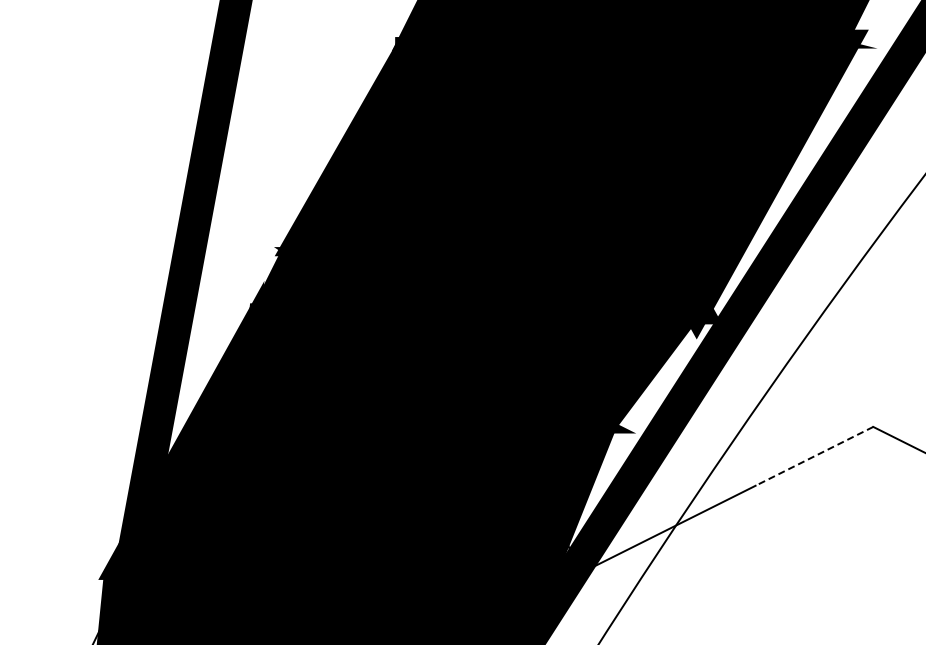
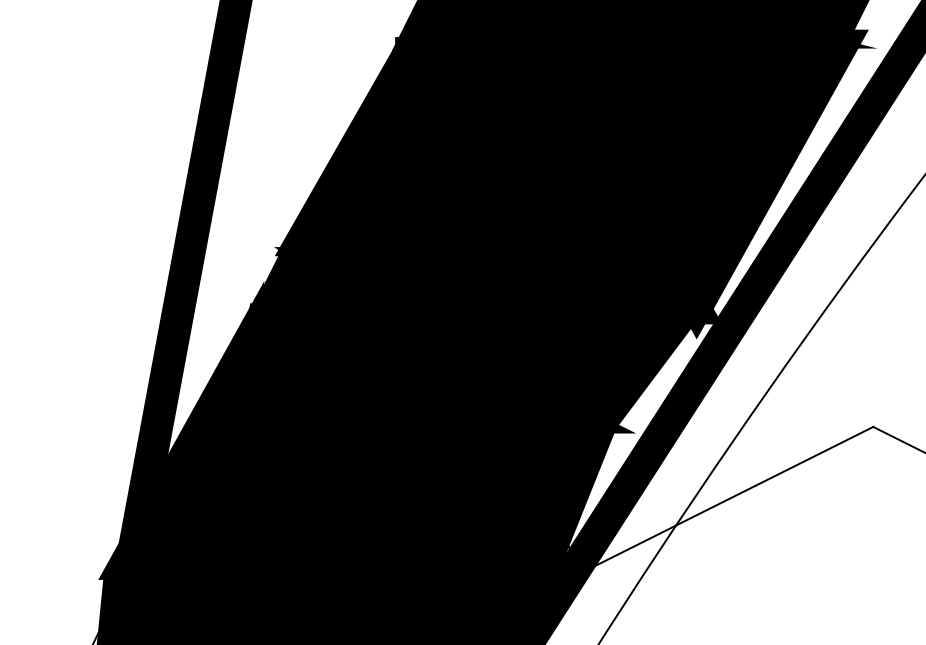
line at (814, 456): dashed -> solid
